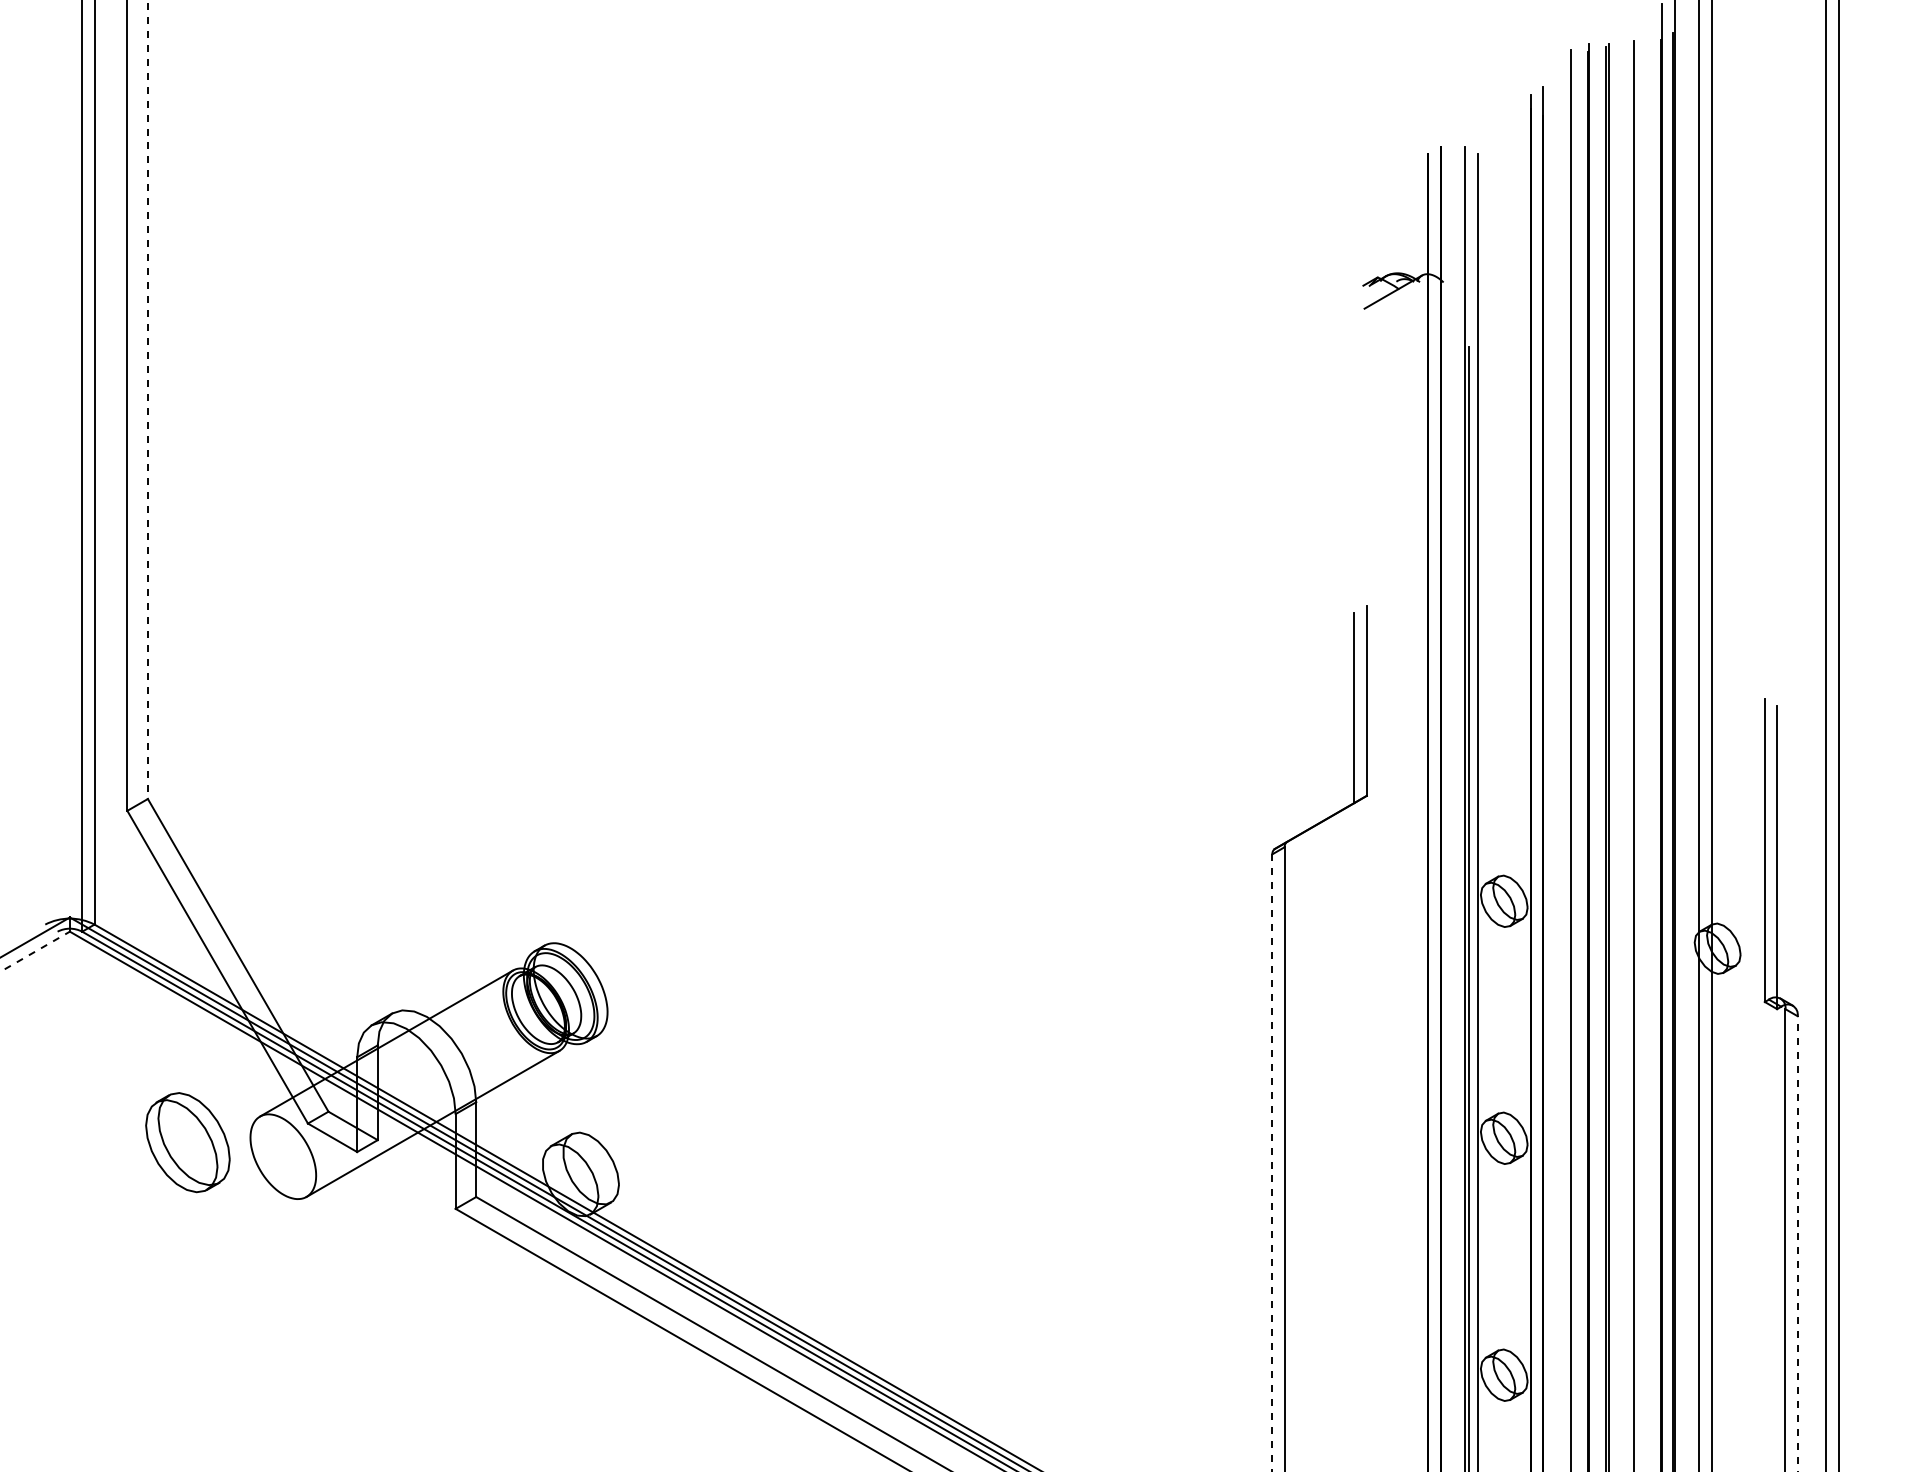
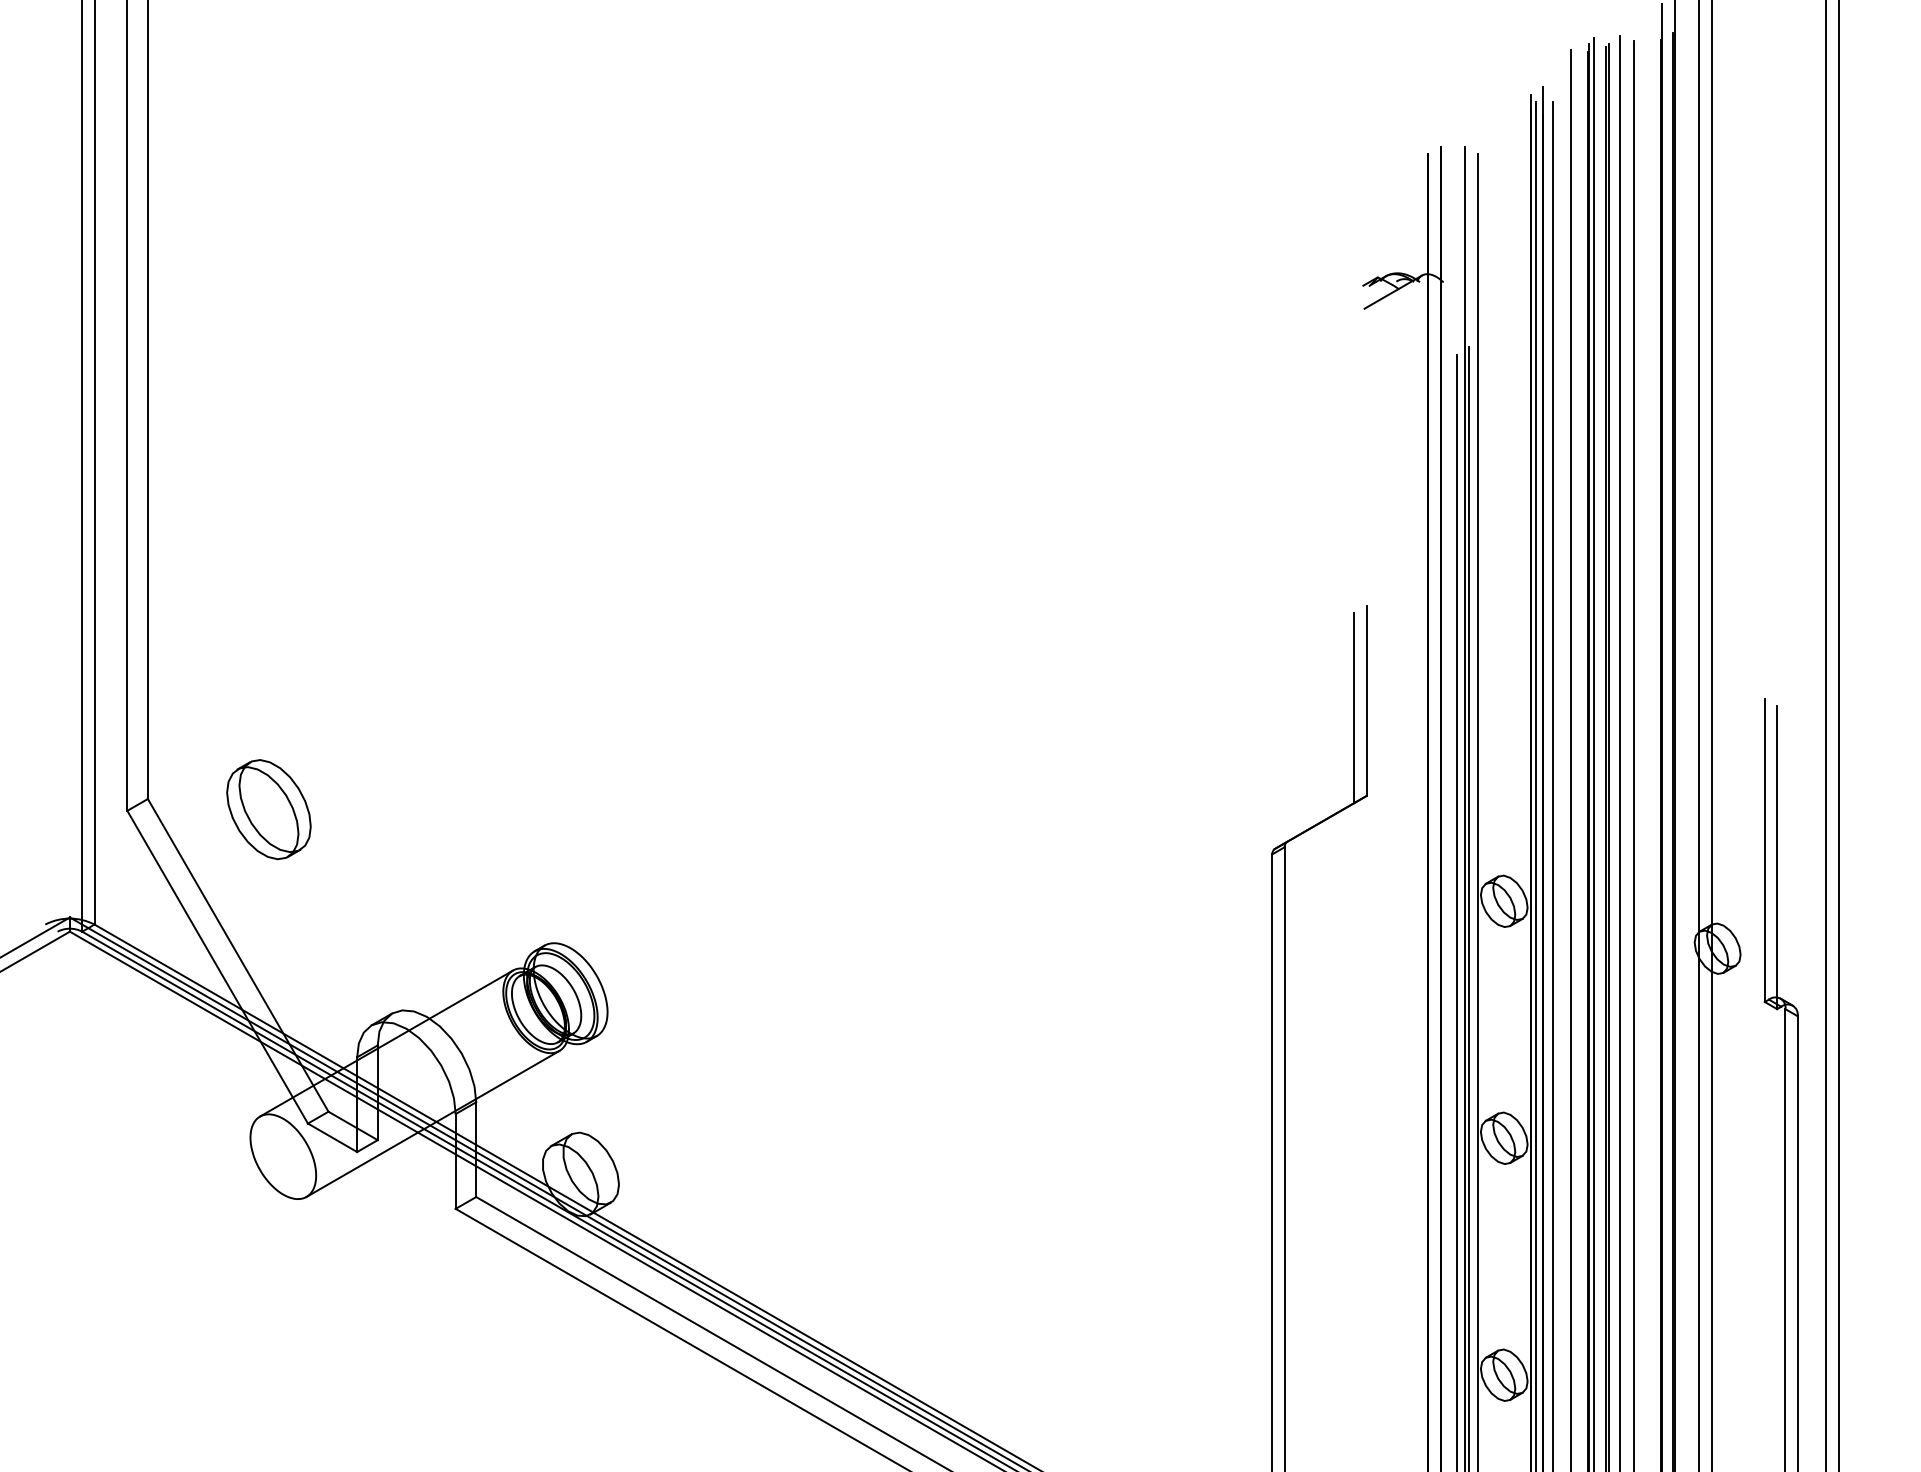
line at (147, 400): dashed -> solid
line at (1619, 751): none -> present
line at (1594, 753): none -> present
line at (1536, 784): none -> present
line at (1553, 784): none -> present
line at (1457, 911): none -> present
line at (35, 951): dashed -> solid
part at (187, 1142) position: (187, 1142) -> (268, 809)
line at (1272, 1163): dashed -> solid
line at (1797, 1243): dashed -> solid
